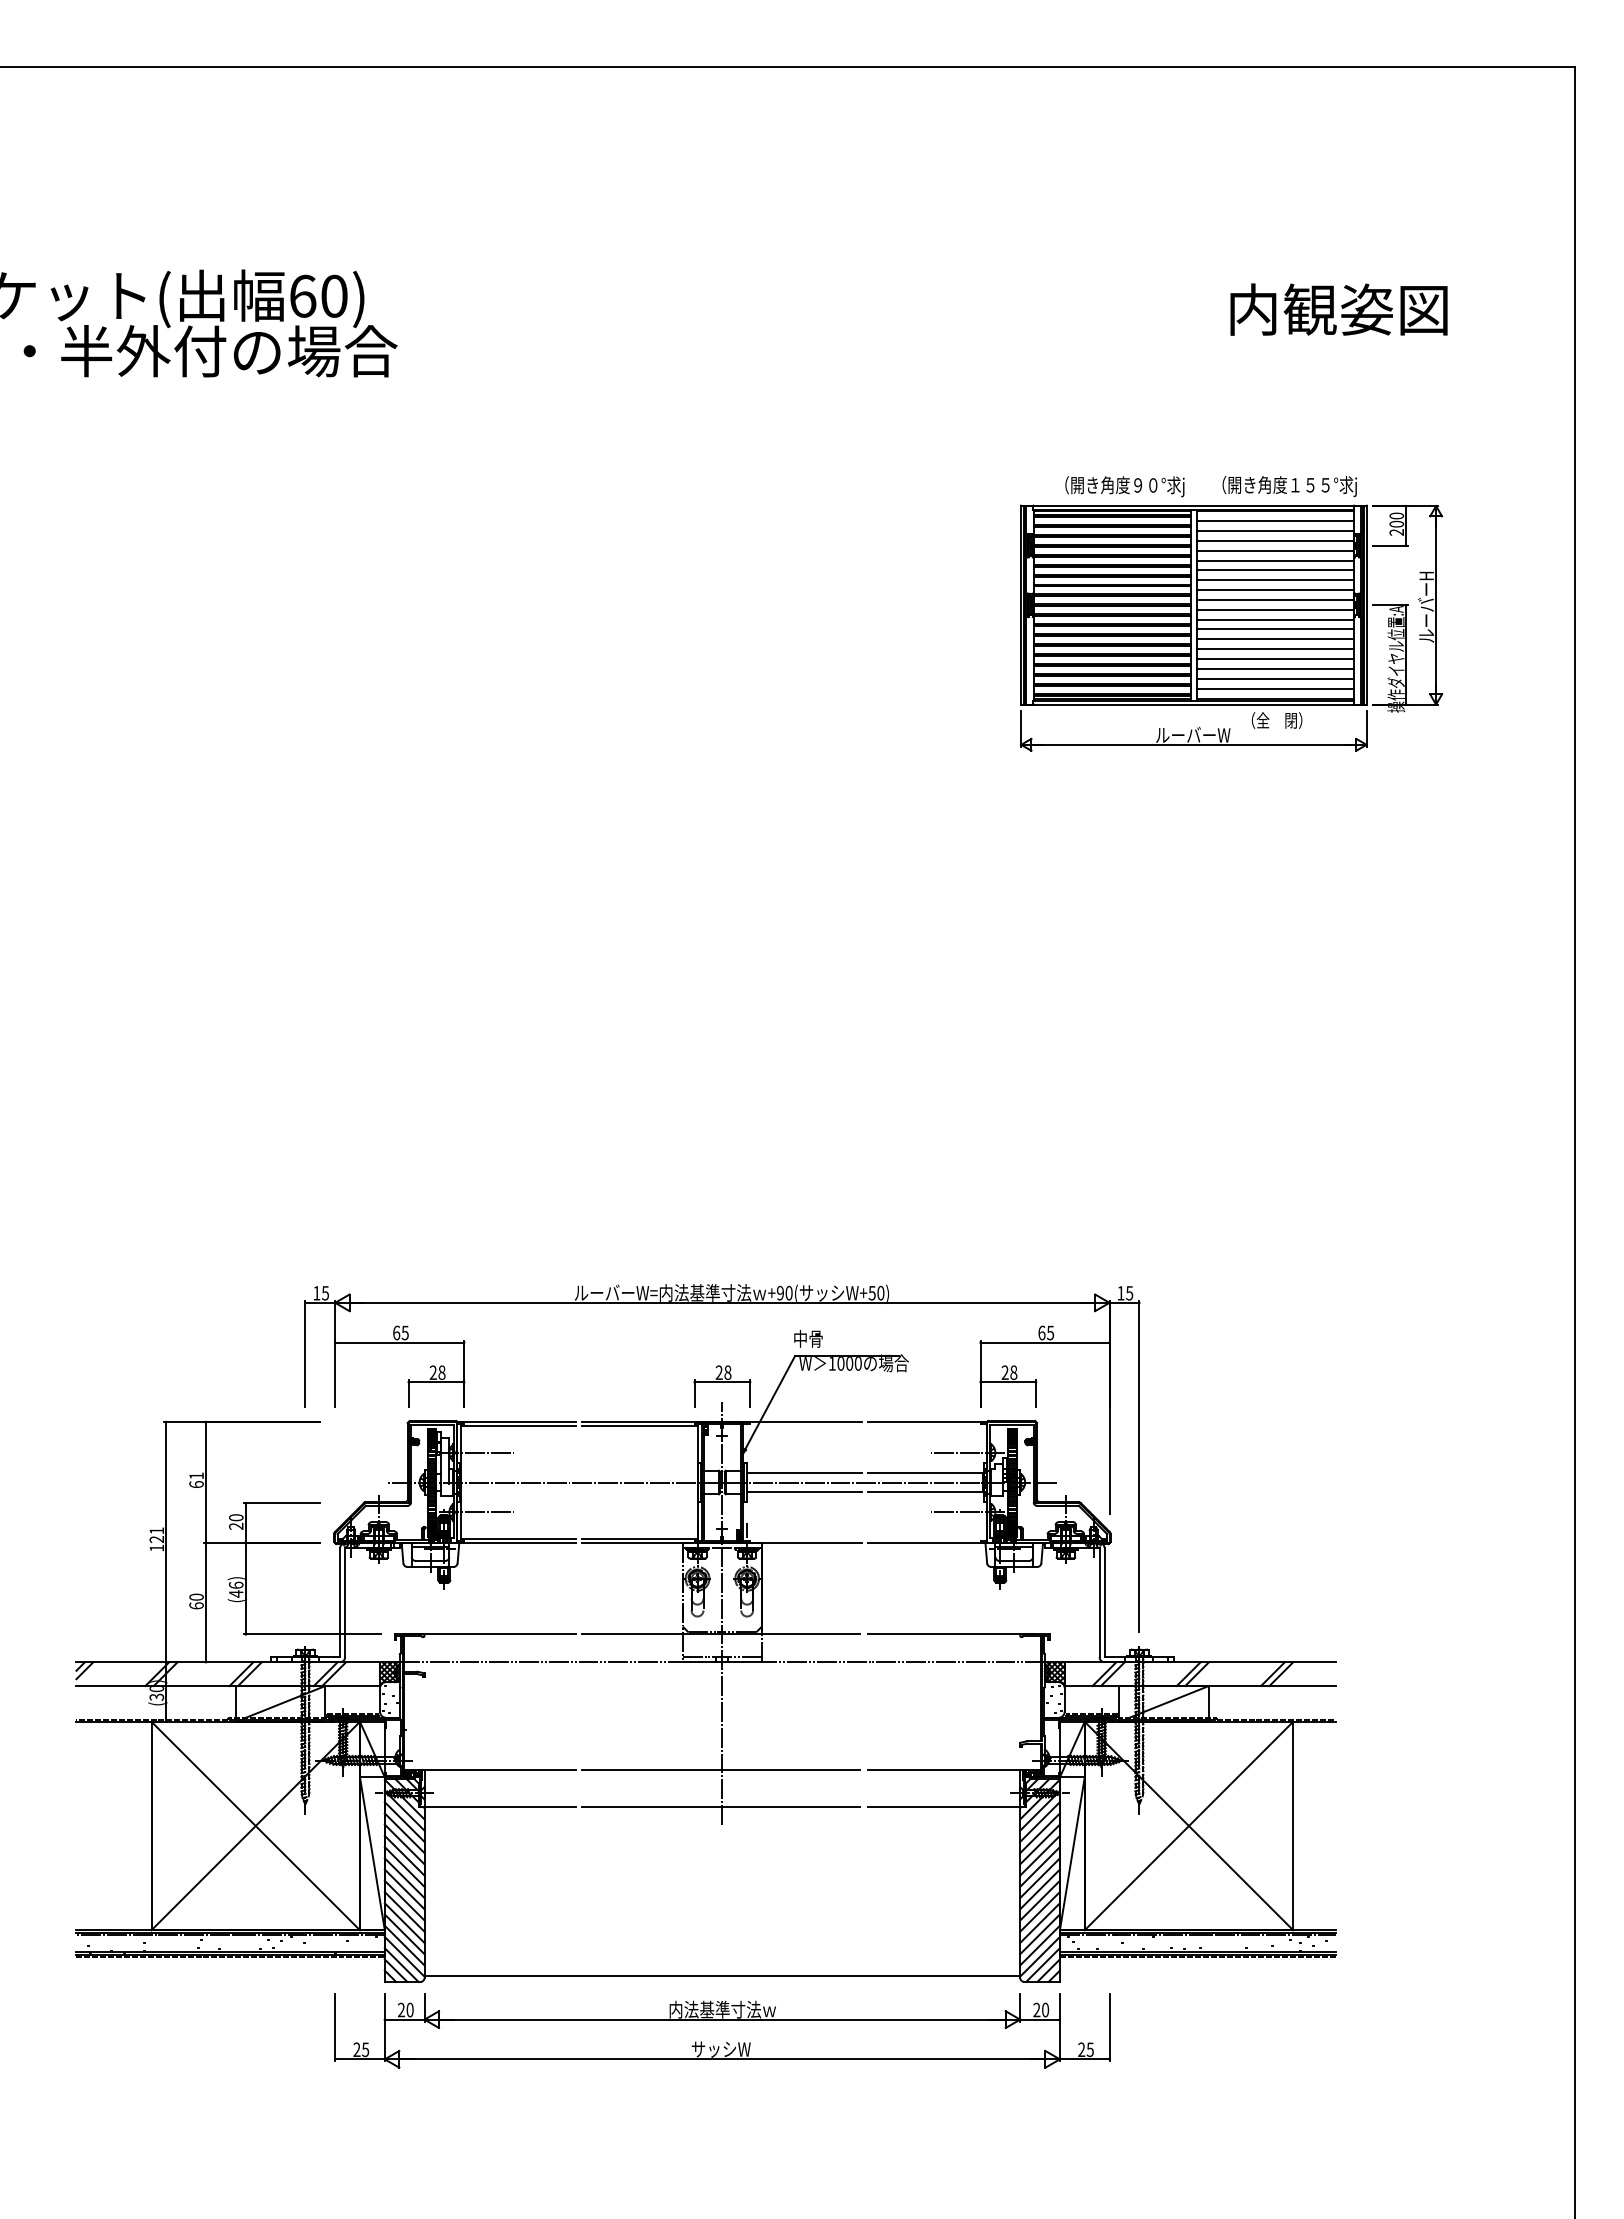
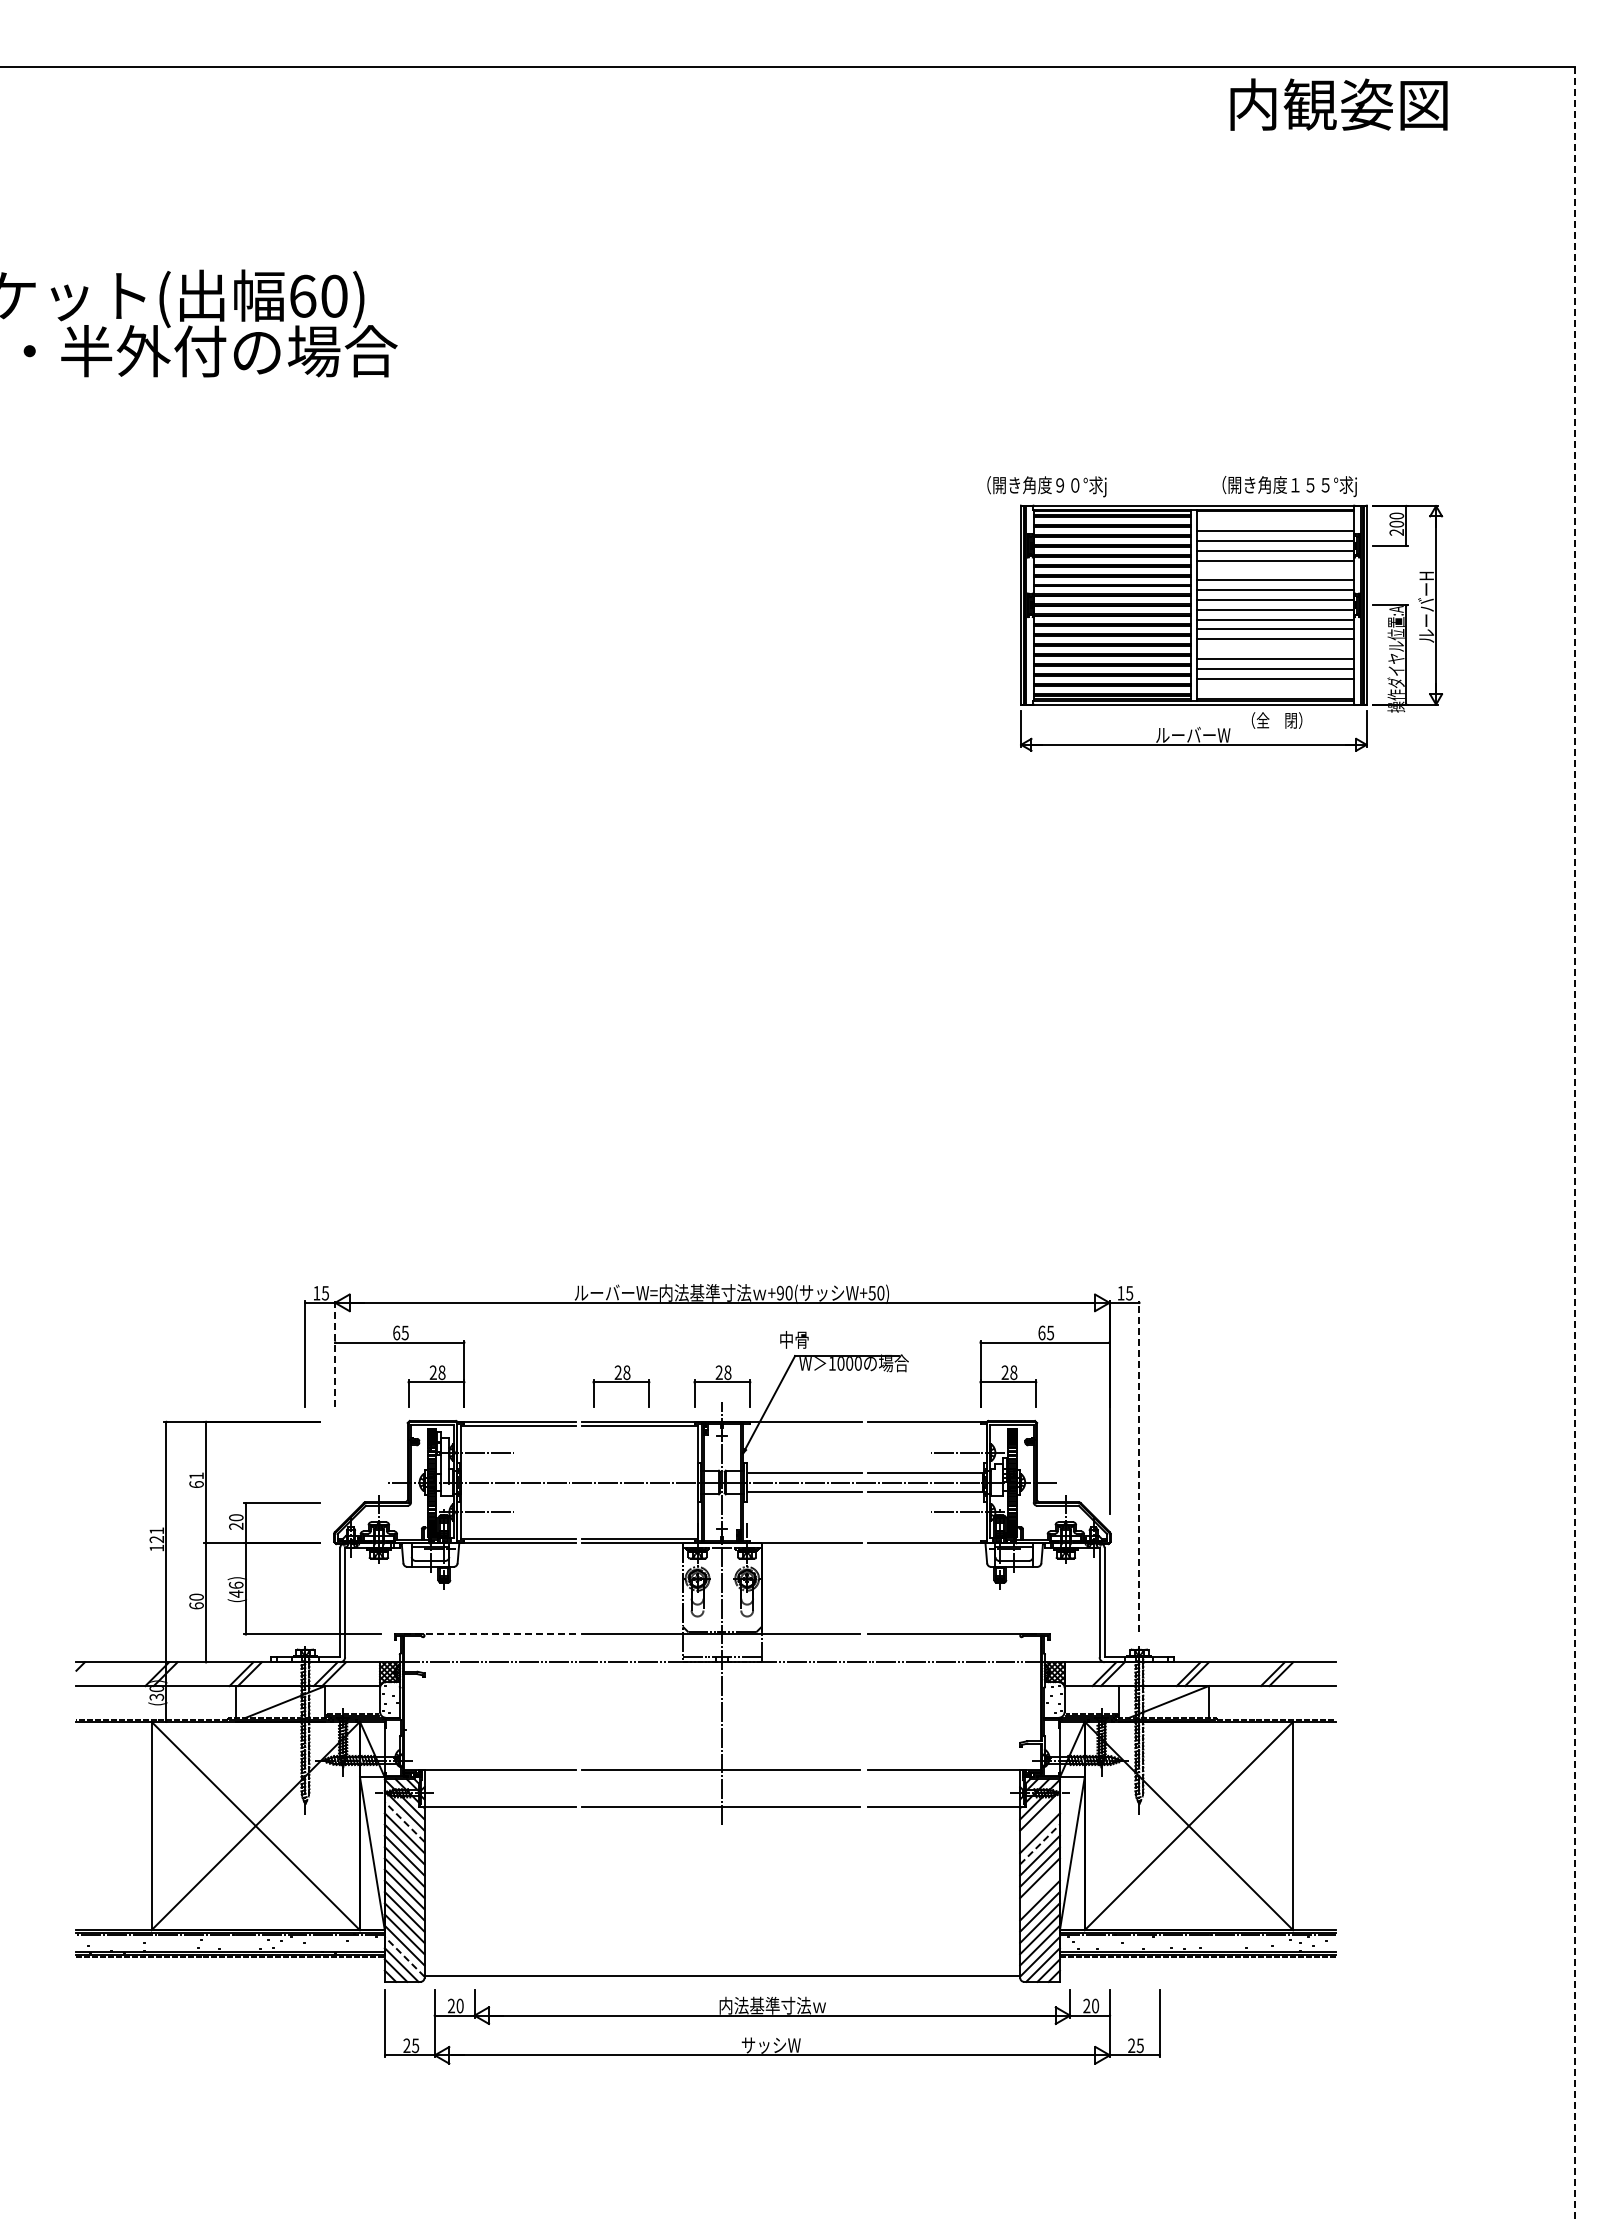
text at (1338, 309) position: (1338, 309) -> (1338, 104)
text at (1124, 486) position: (1124, 486) -> (1046, 486)
line at (1274, 521): present -> none
line at (1274, 569): present -> none
line at (1274, 649): present -> none
line at (1274, 689): present -> none
line at (1575, 1142): solid -> dashed
text at (808, 1338) position: (808, 1338) -> (794, 1339)
line at (335, 1353): solid -> dashed
part at (621, 1386): none -> present
line at (1139, 1465): solid -> dashed
line at (490, 1634): solid -> dashed
line at (84, 1670): present -> none
line at (404, 1821): solid -> dashed
line at (1039, 1821): present -> none
line at (1040, 1844): solid -> dashed
line at (1039, 1889): present -> none
line at (404, 1956): solid -> dashed
part at (722, 2030) position: (722, 2030) -> (772, 2026)
